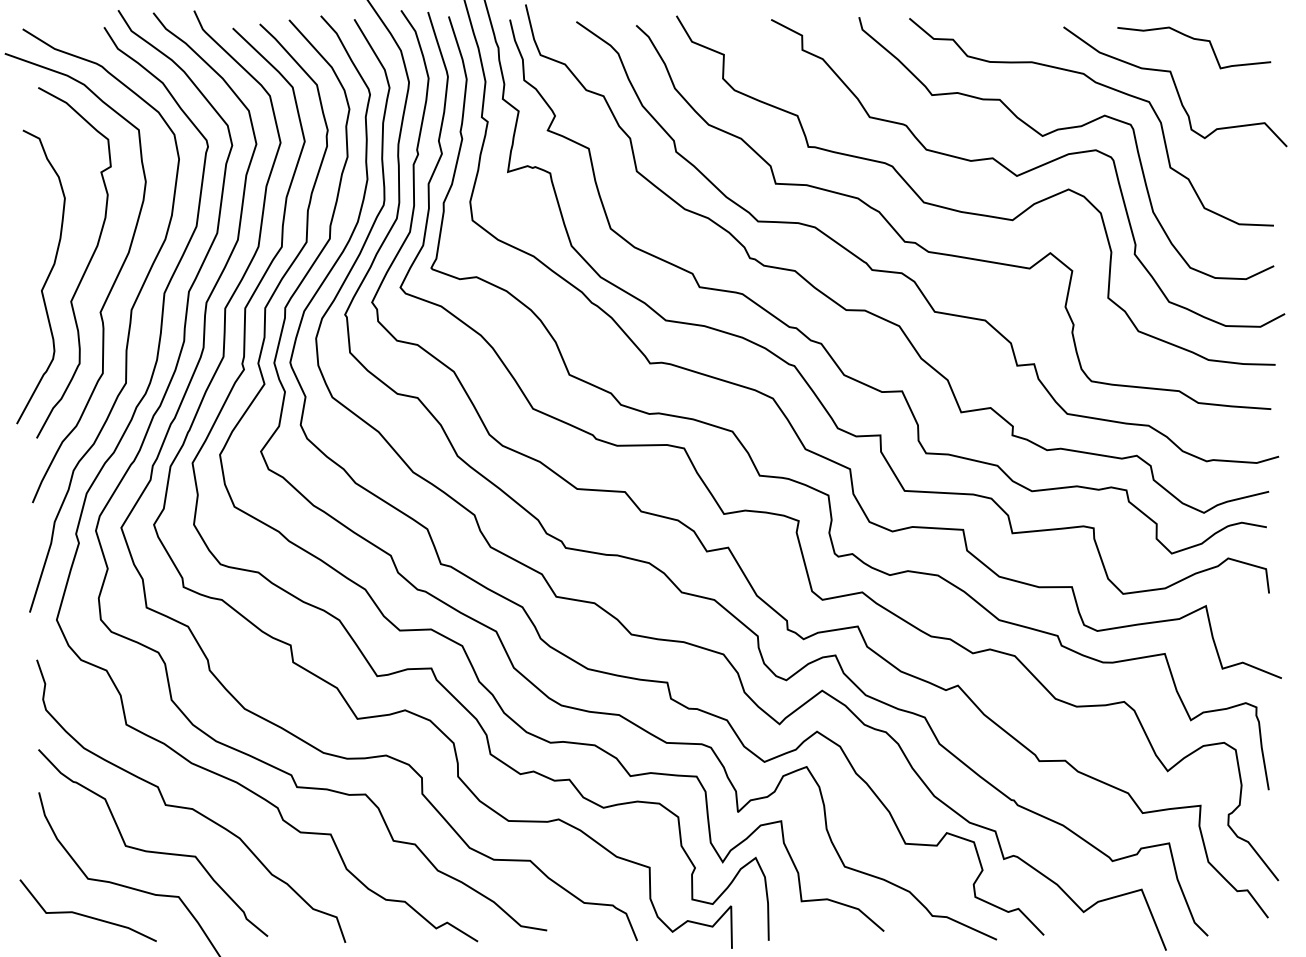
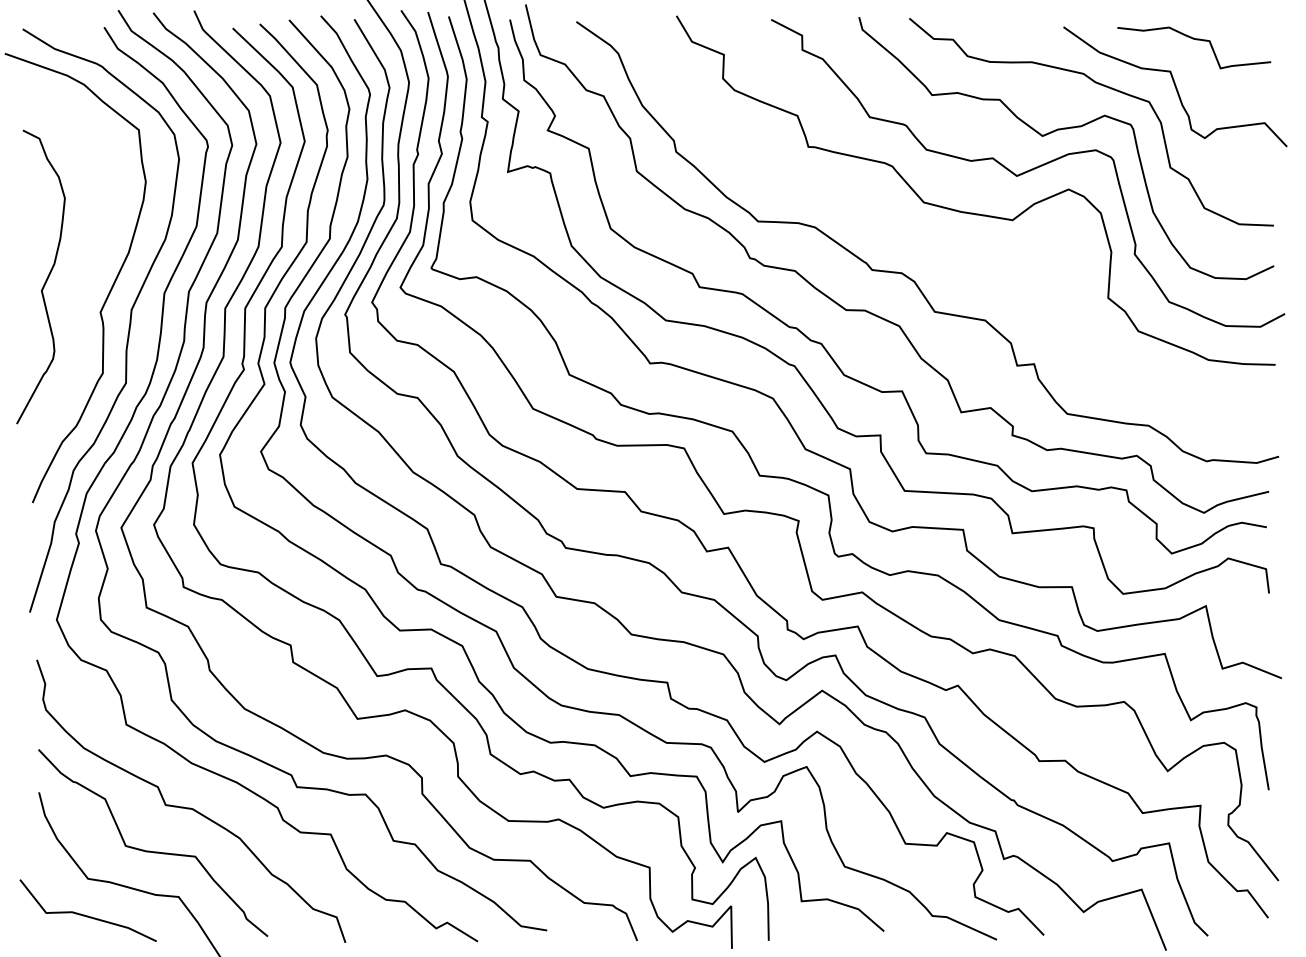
curve at (946, 253): present -> none
curve at (85, 268): present -> none
